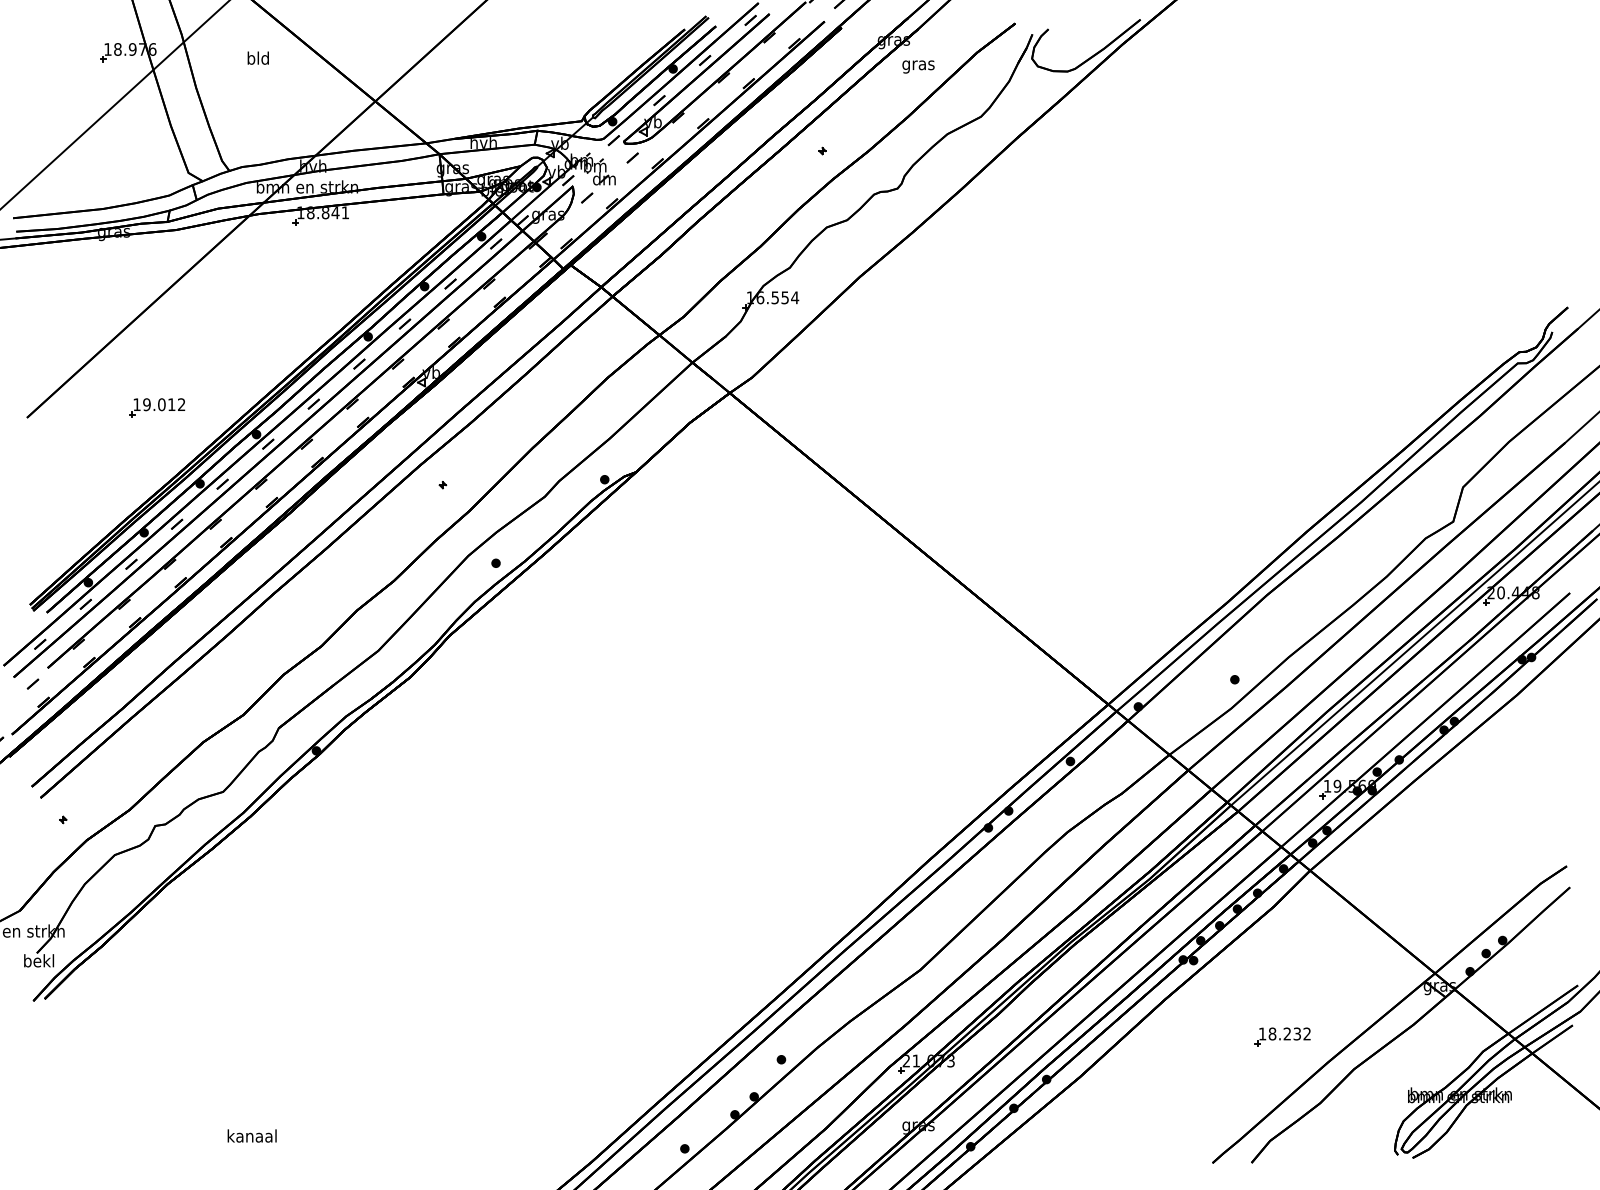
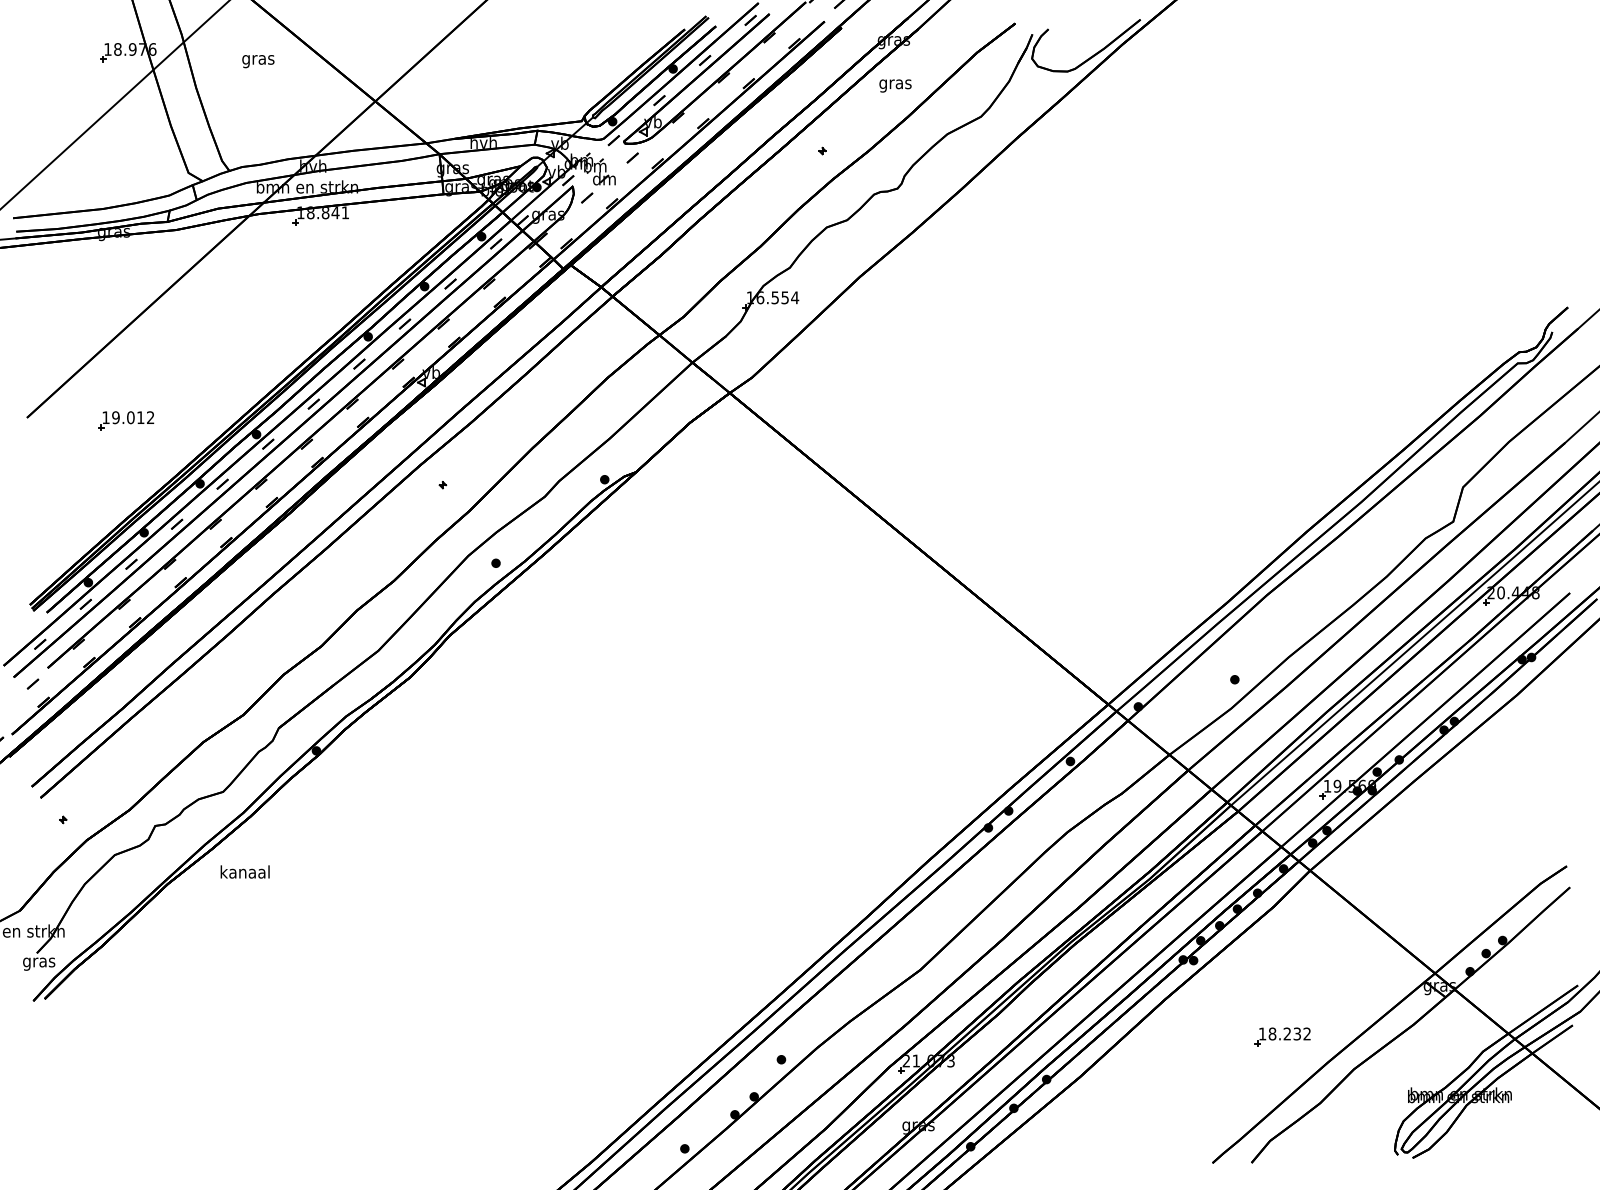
text at (258, 59): bld -> gras
text at (918, 66) position: (918, 66) -> (895, 85)
part at (157, 407) position: (157, 407) -> (126, 420)
text at (39, 962): bekl -> gras
text at (251, 1135) position: (251, 1135) -> (244, 871)
